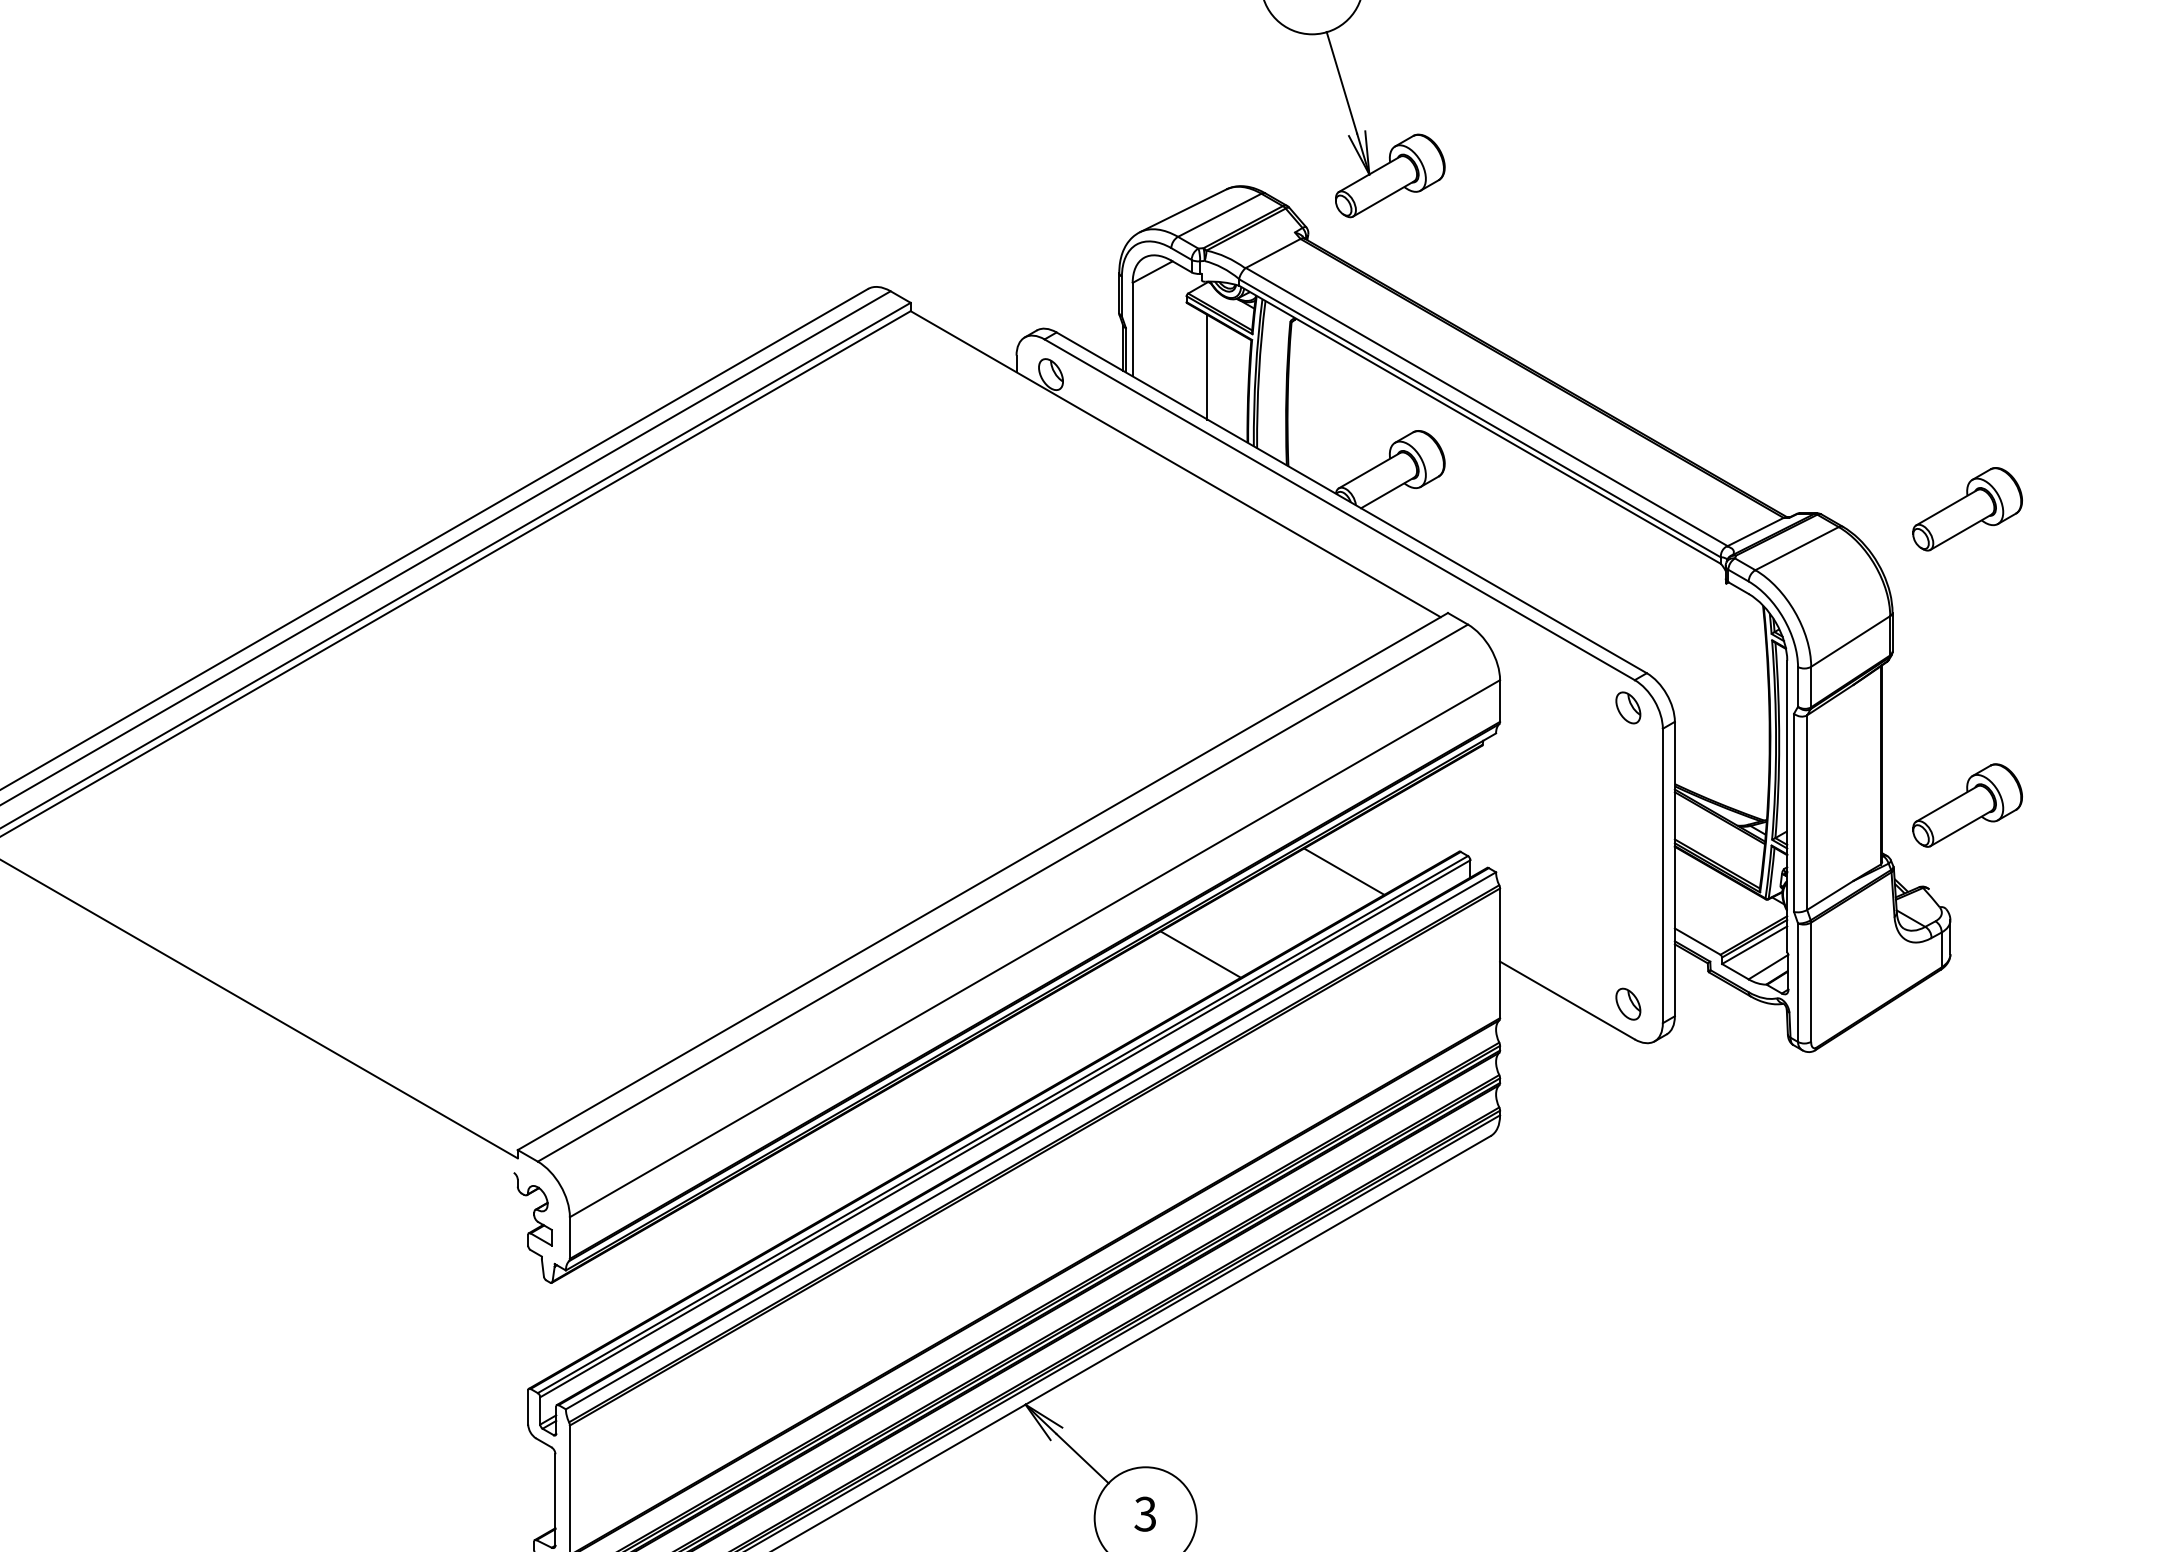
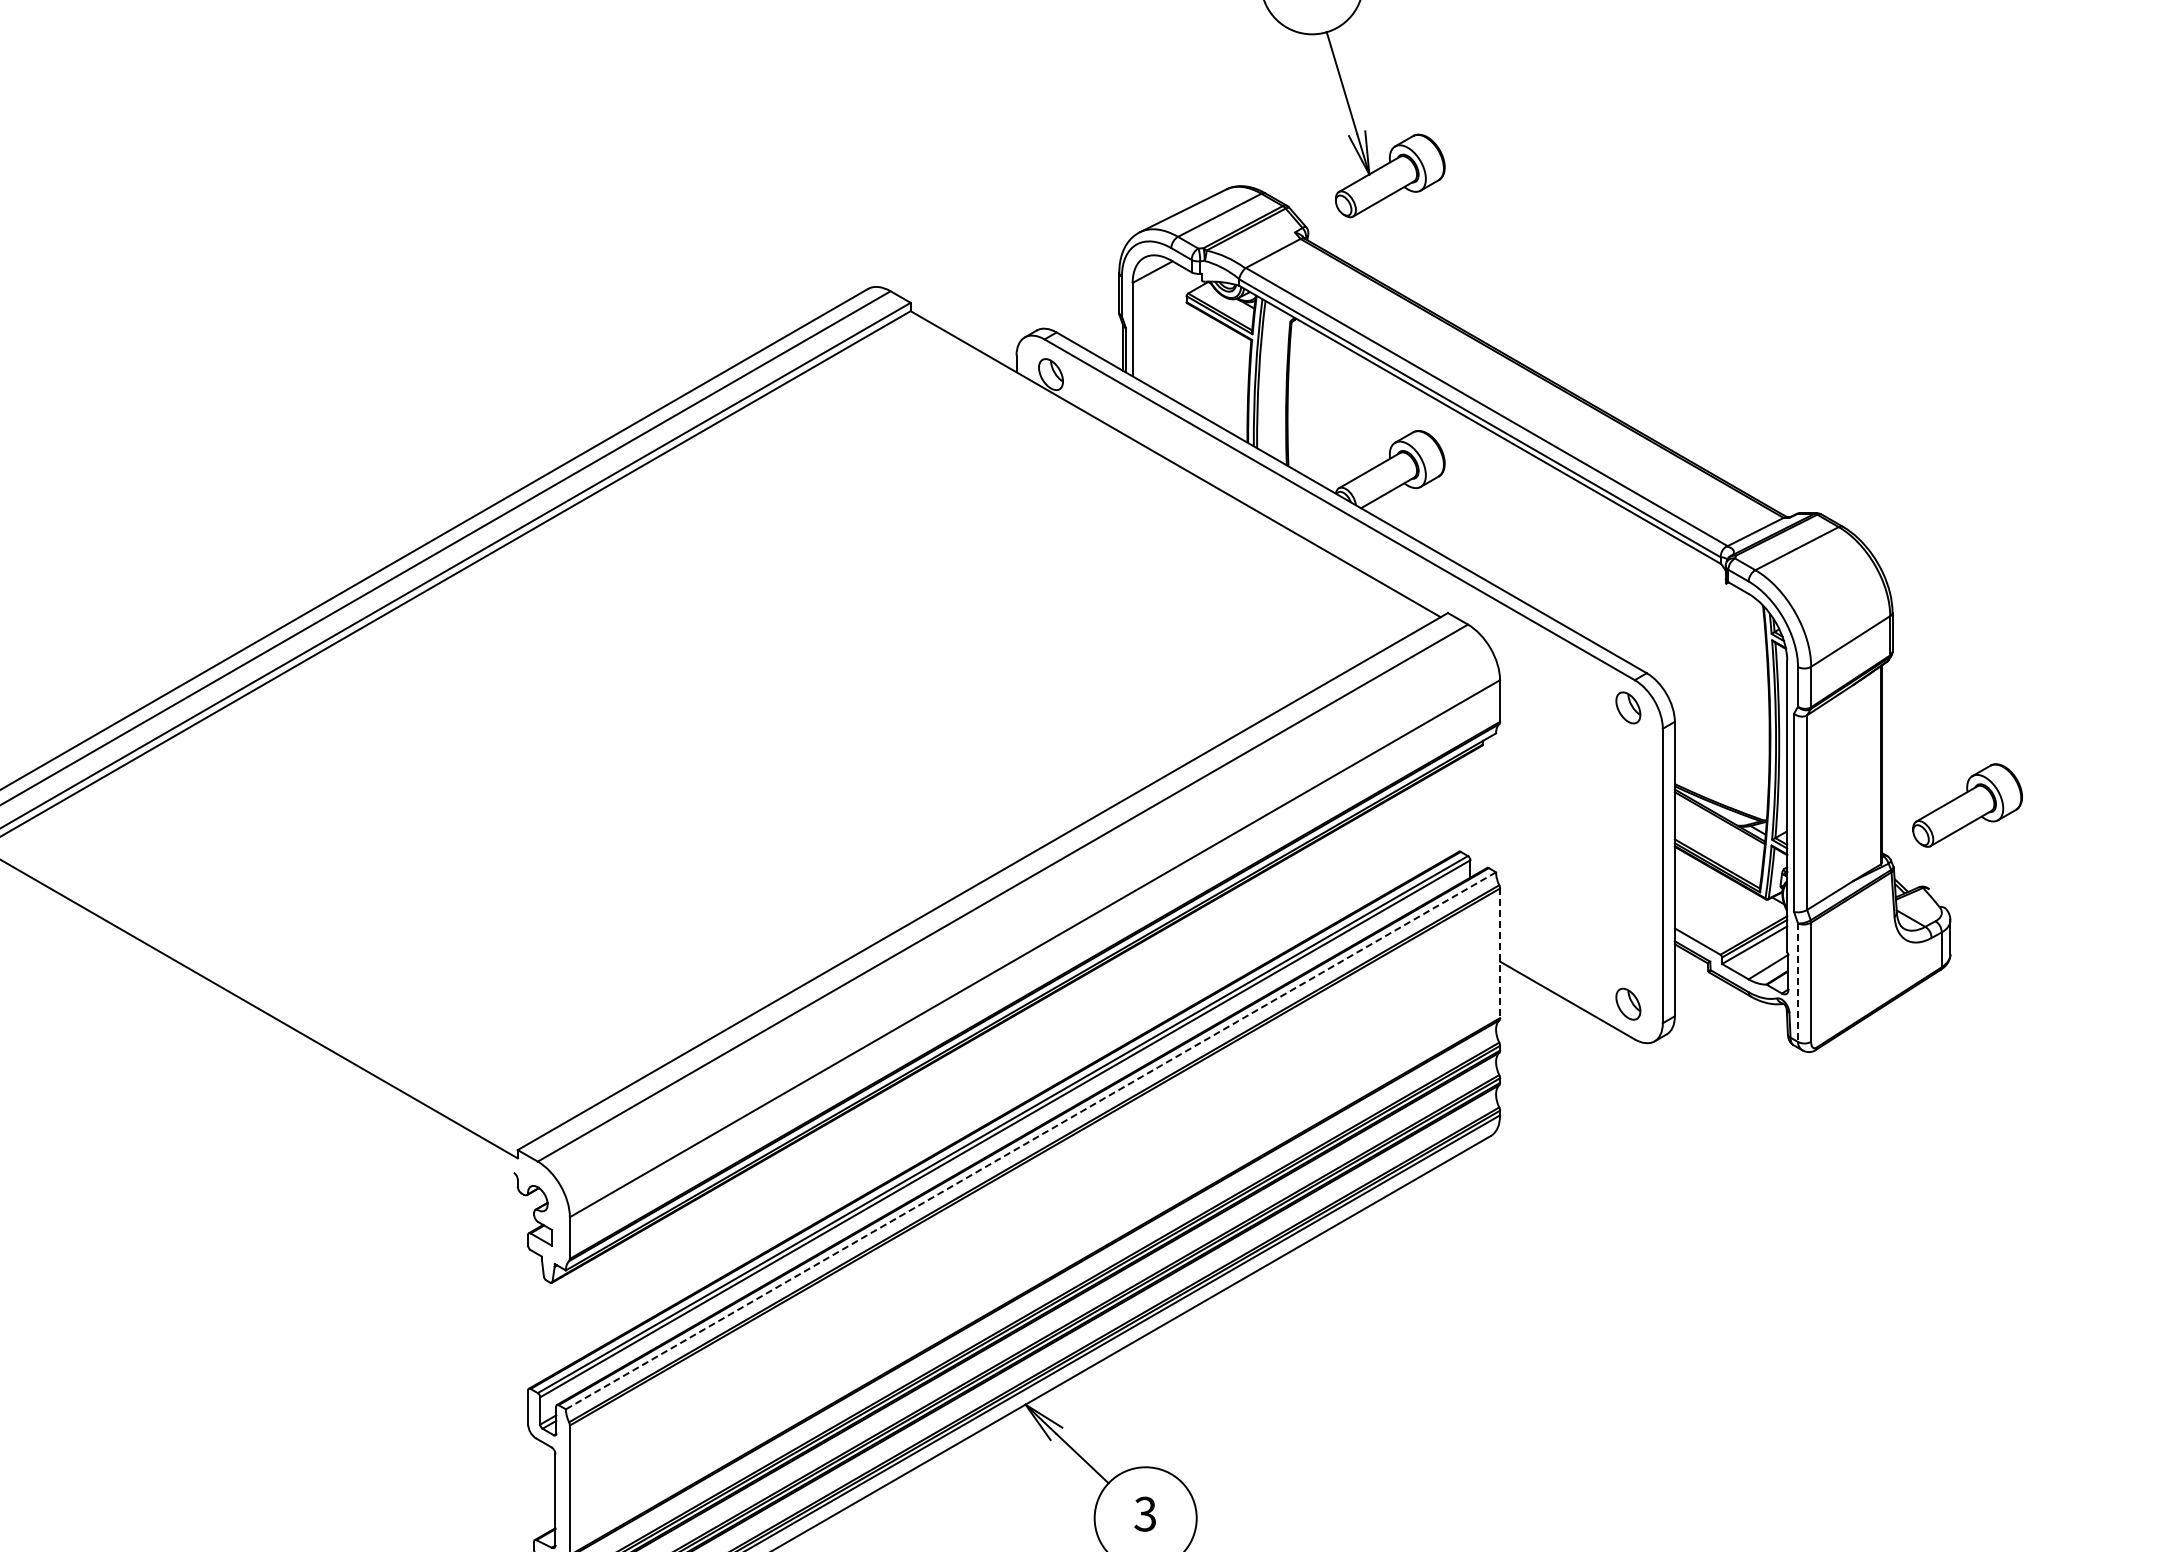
line at (1207, 366): present -> none
part at (1967, 509): present -> none
line at (1344, 871): present -> none
line at (1500, 953): solid -> dashed
line at (1200, 954): present -> none
line at (1798, 983): solid -> dashed
line at (1030, 1141): solid -> dashed
